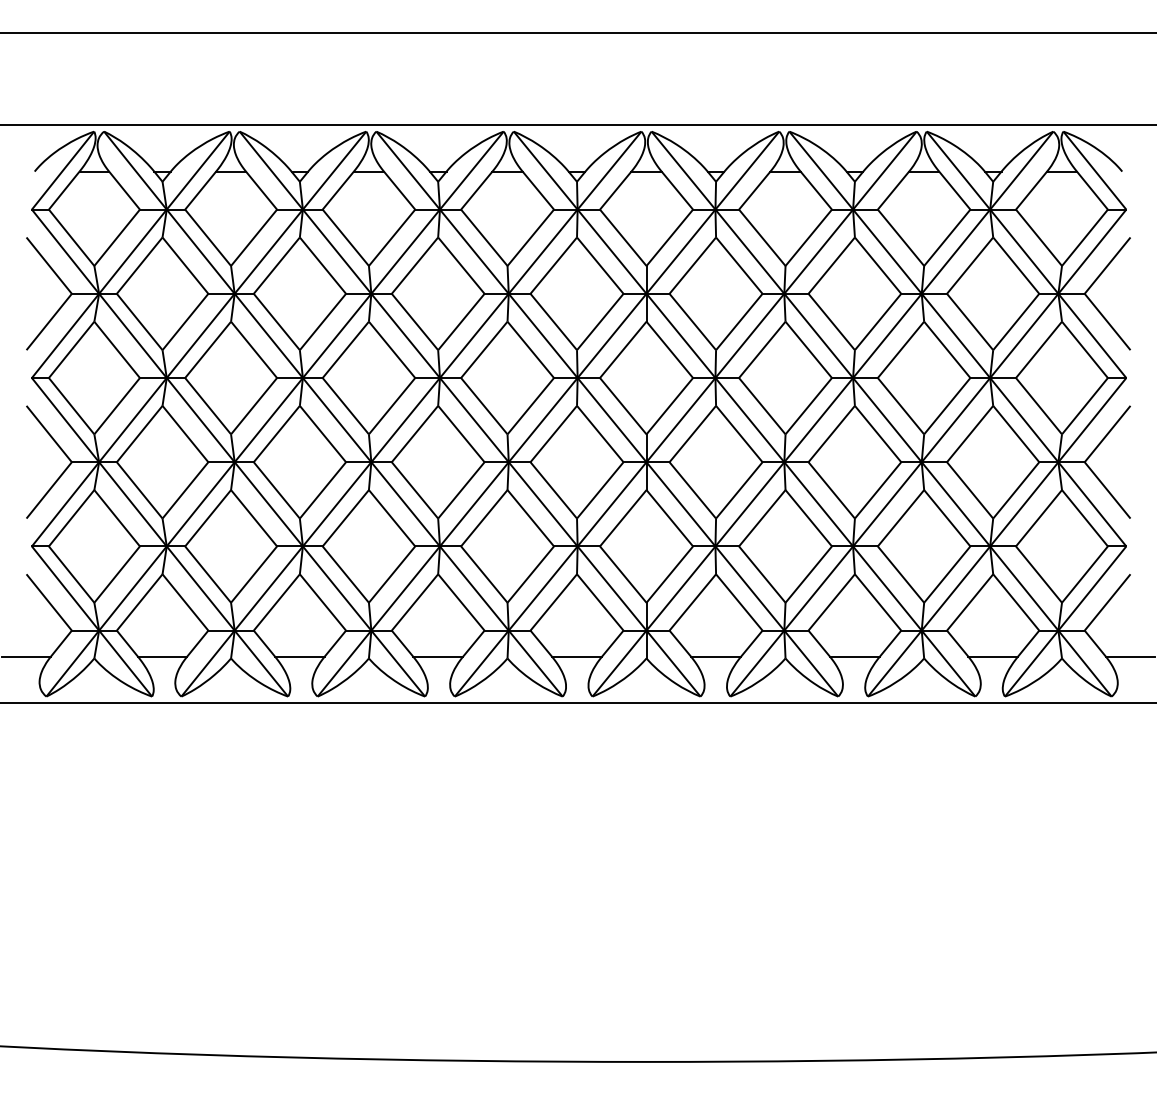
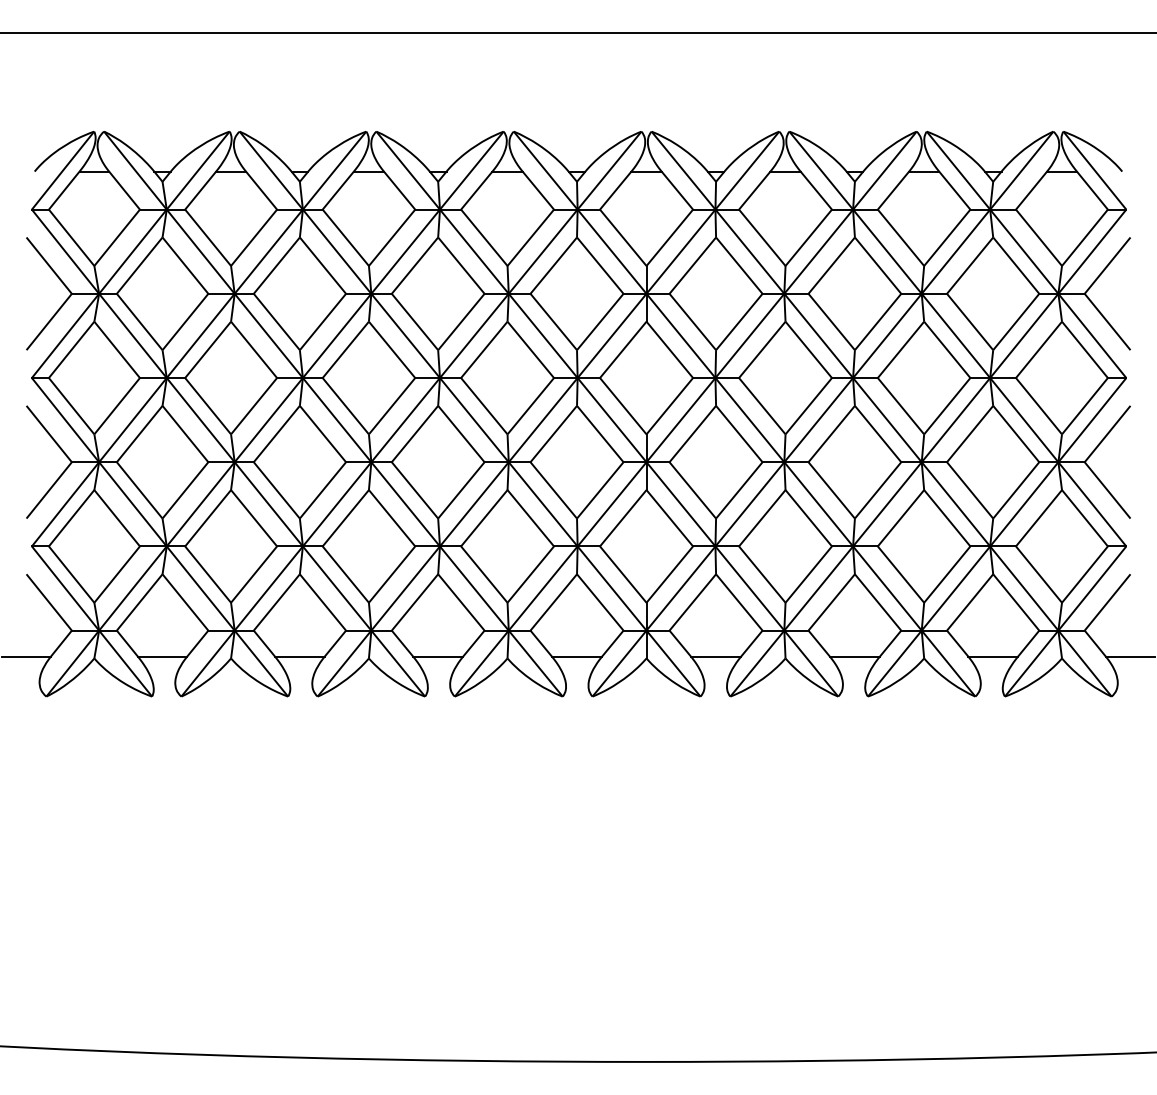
line at (577, 125): present -> none
line at (577, 702): present -> none
